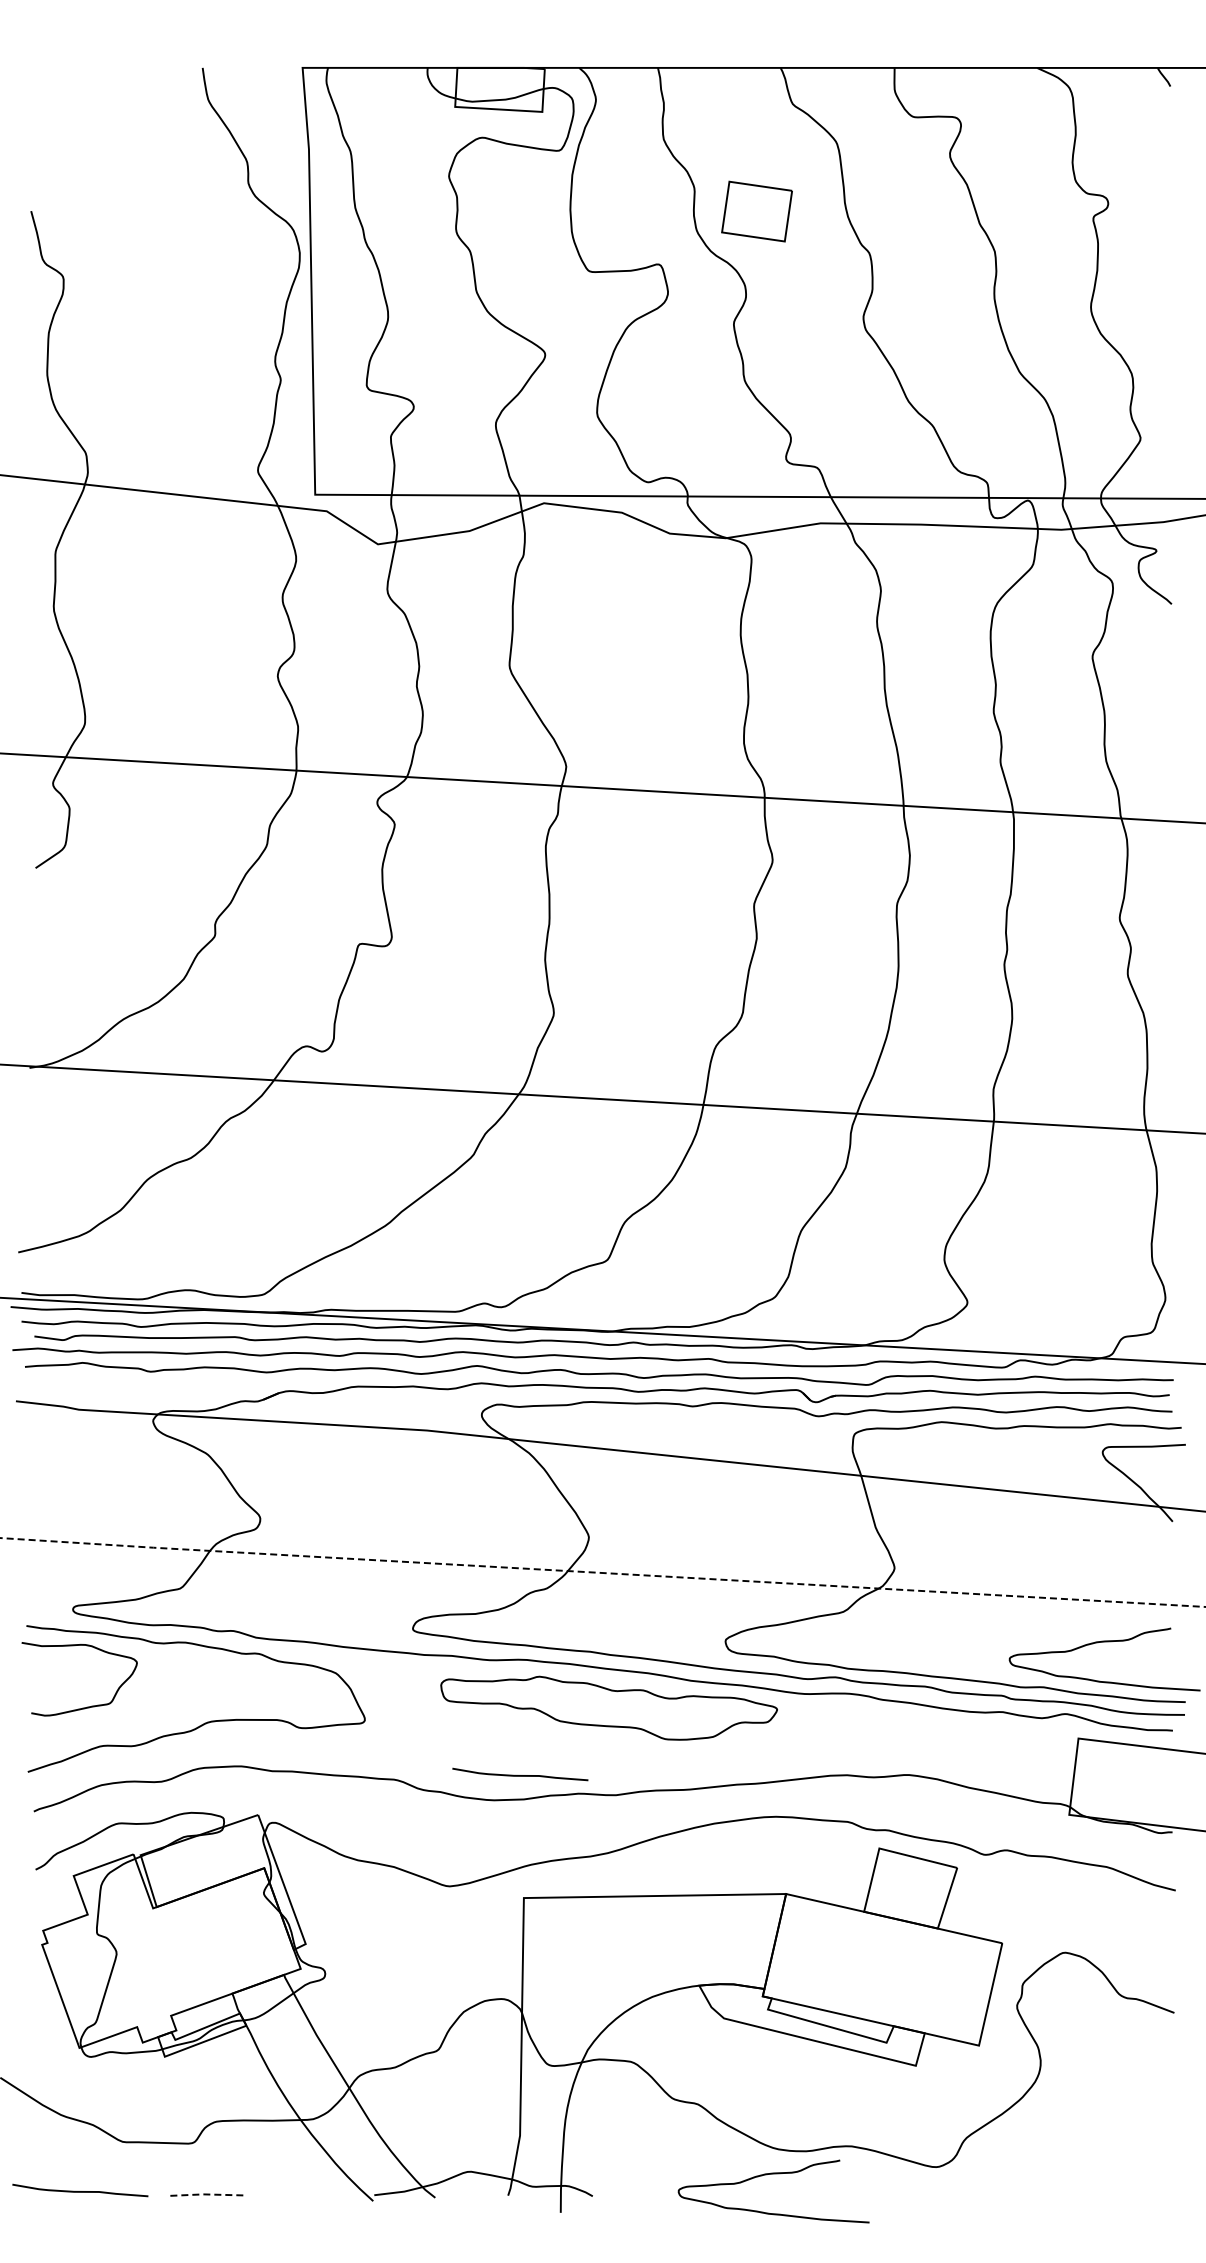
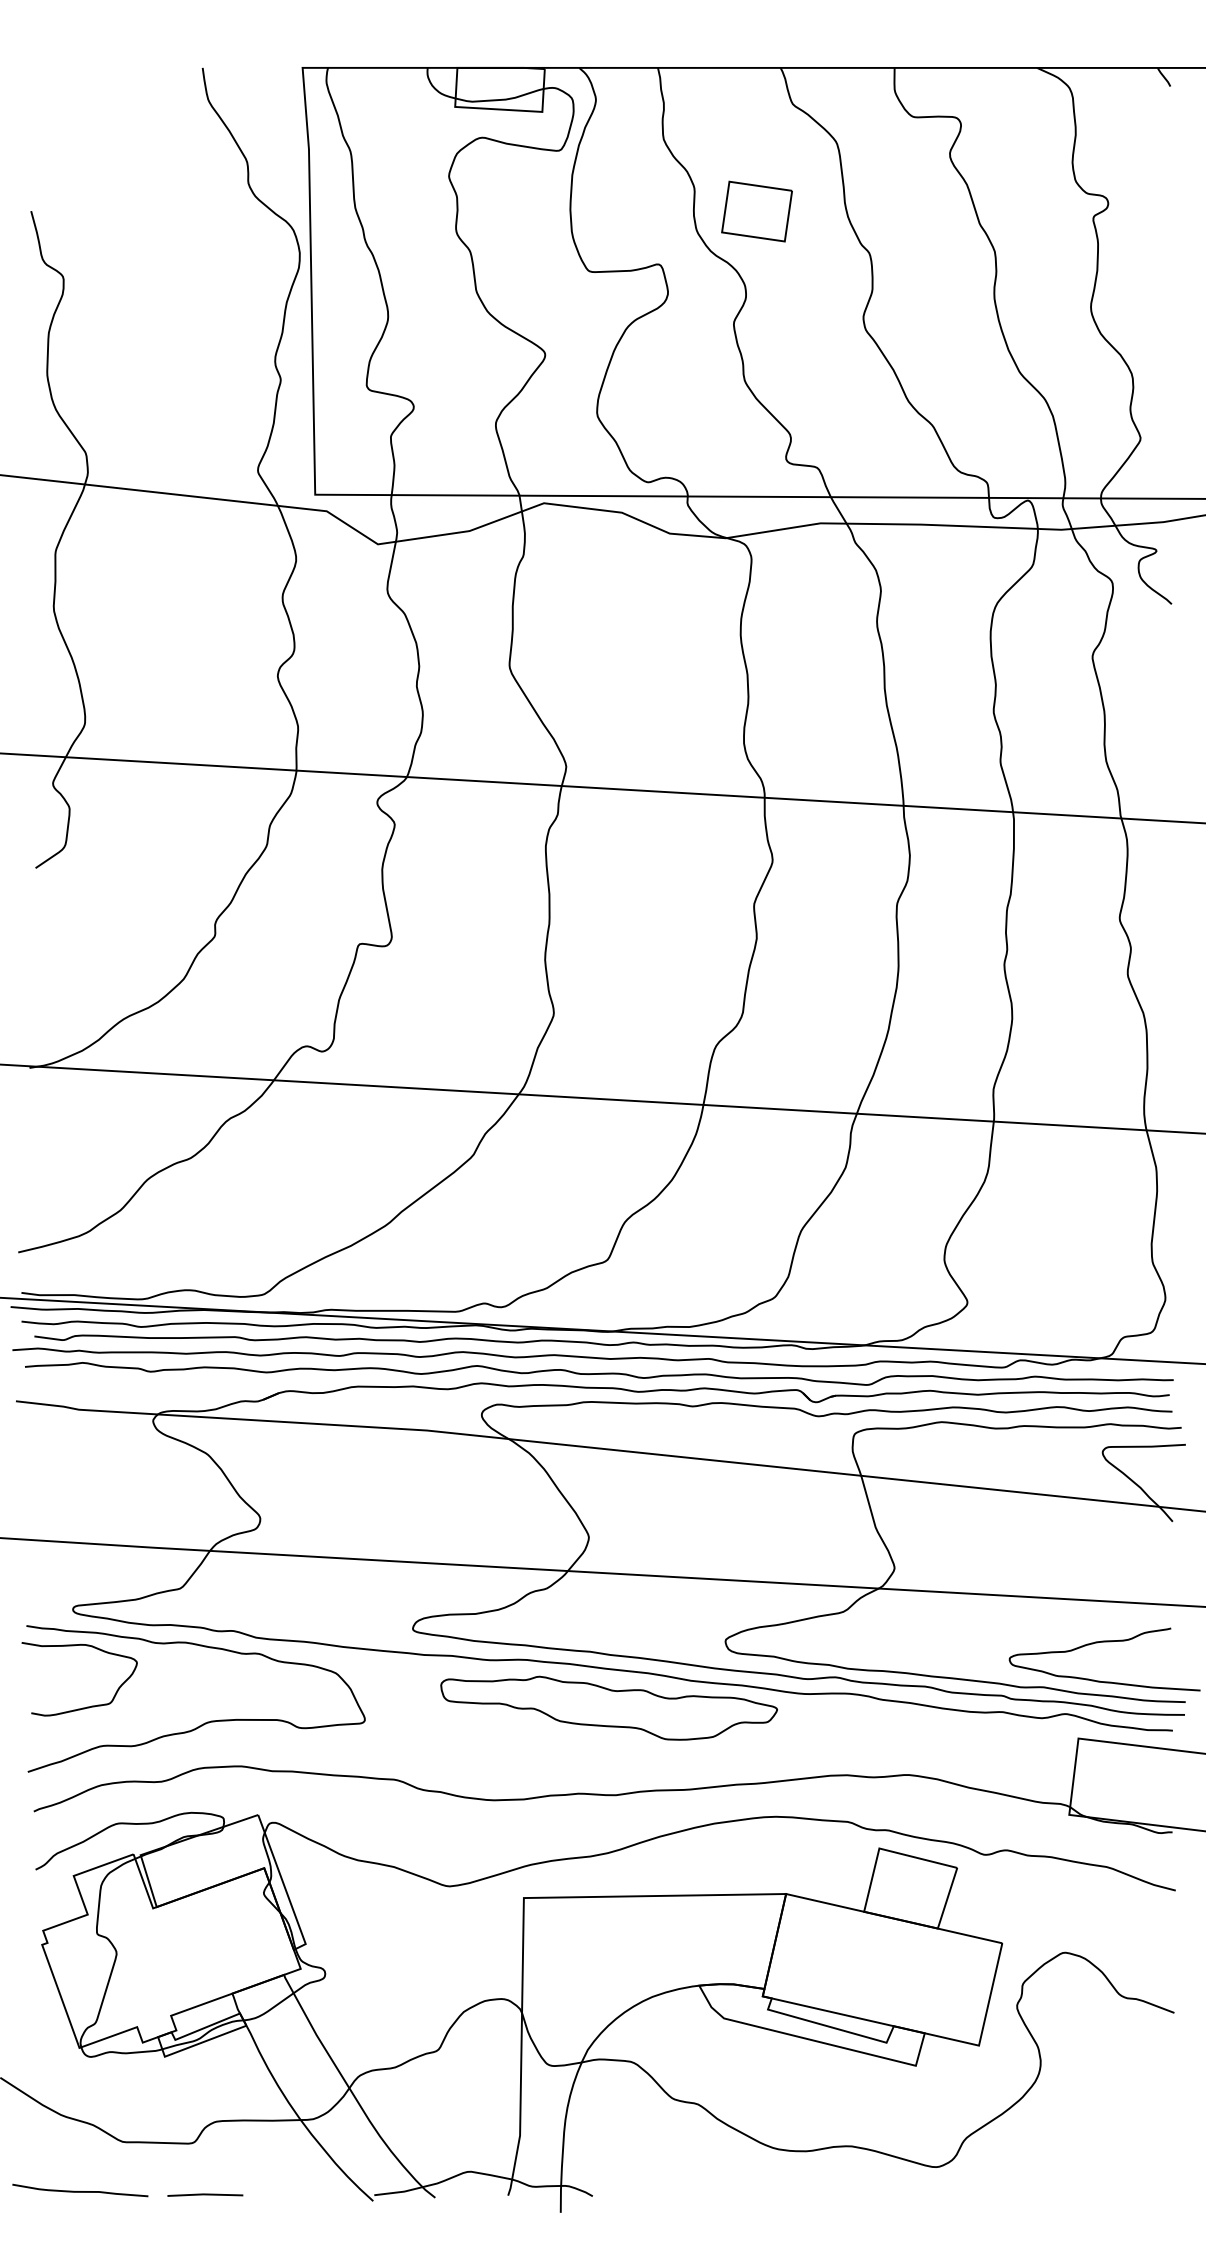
line at (602, 1573): dashed -> solid
curve at (520, 1775): present -> none
curve at (773, 2174): present -> none
line at (204, 2194): dashed -> solid
